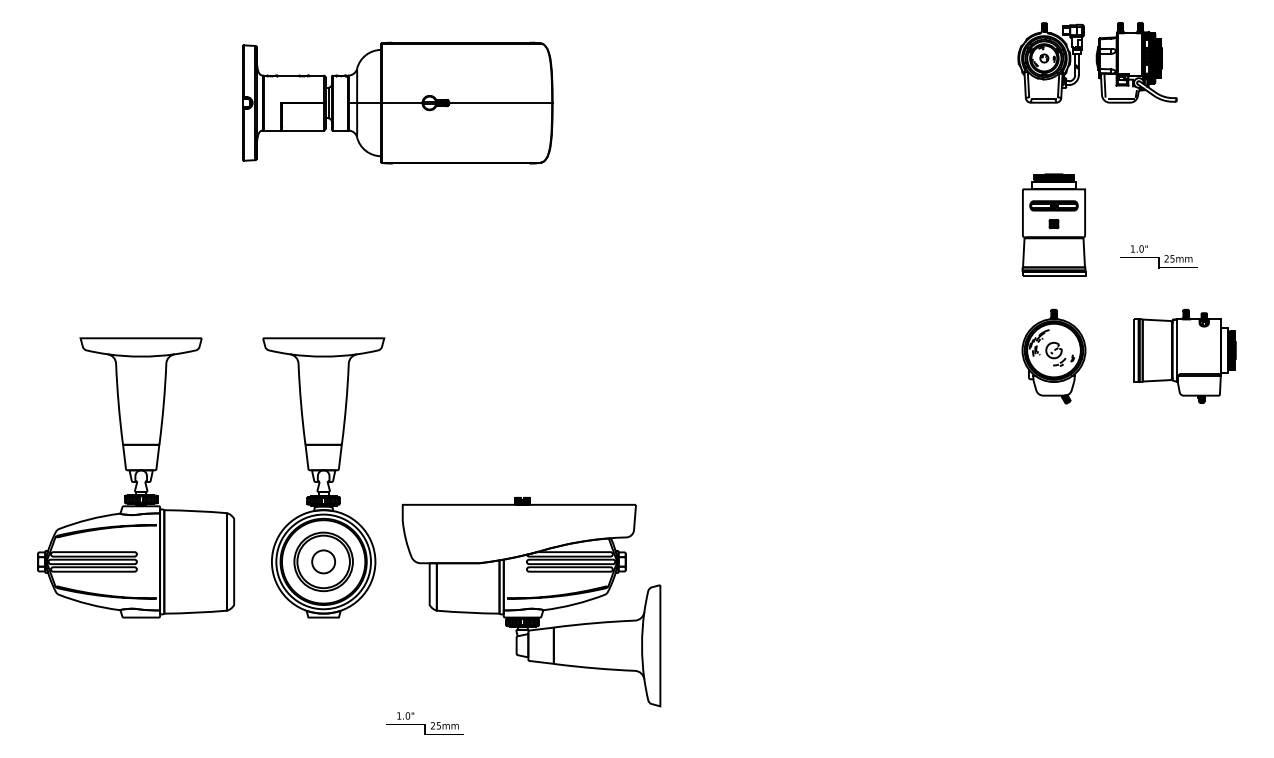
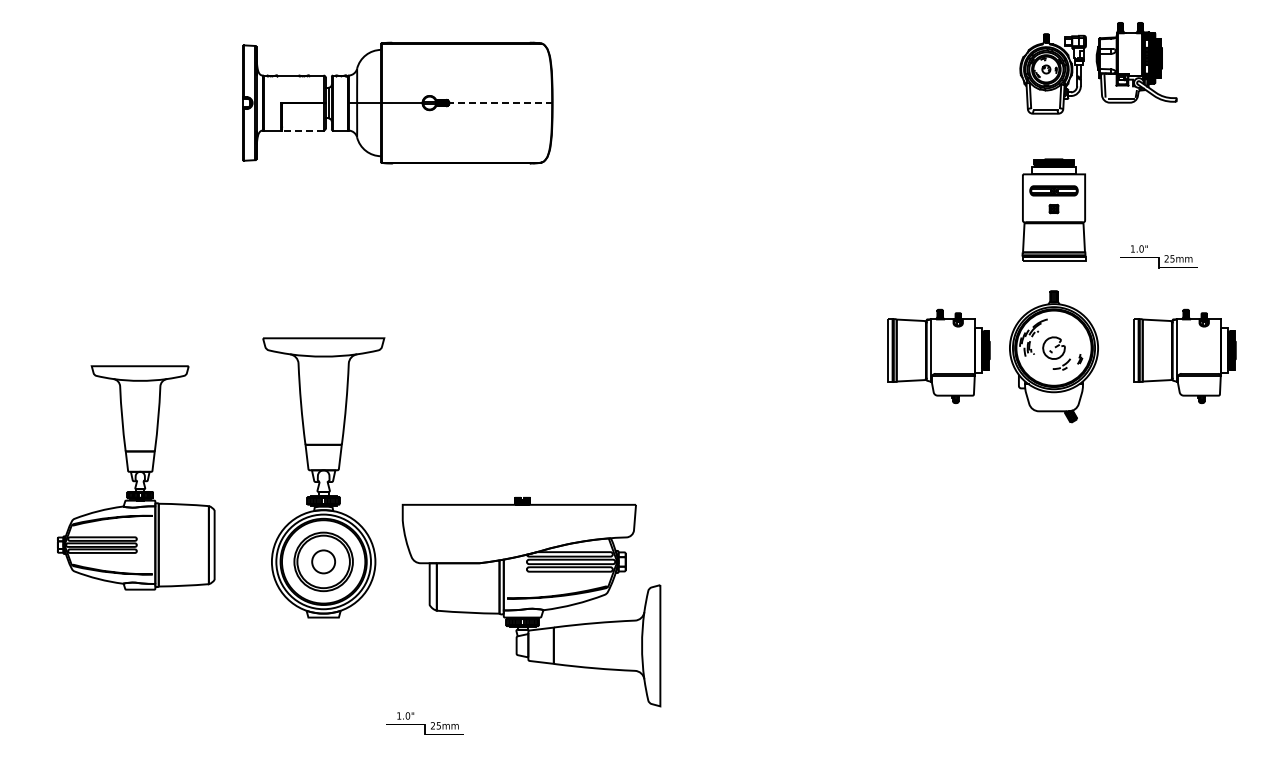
part at (1050, 62) position: (1050, 62) -> (1052, 73)
line at (501, 103): solid -> dashed
line at (302, 130): solid -> dashed
part at (1053, 224) position: (1053, 224) -> (1053, 209)
part at (938, 355): none -> present
part at (1053, 356) size: 66x97 px -> 90x134 px
part at (136, 477) size: 199x282 px -> 159x226 px
